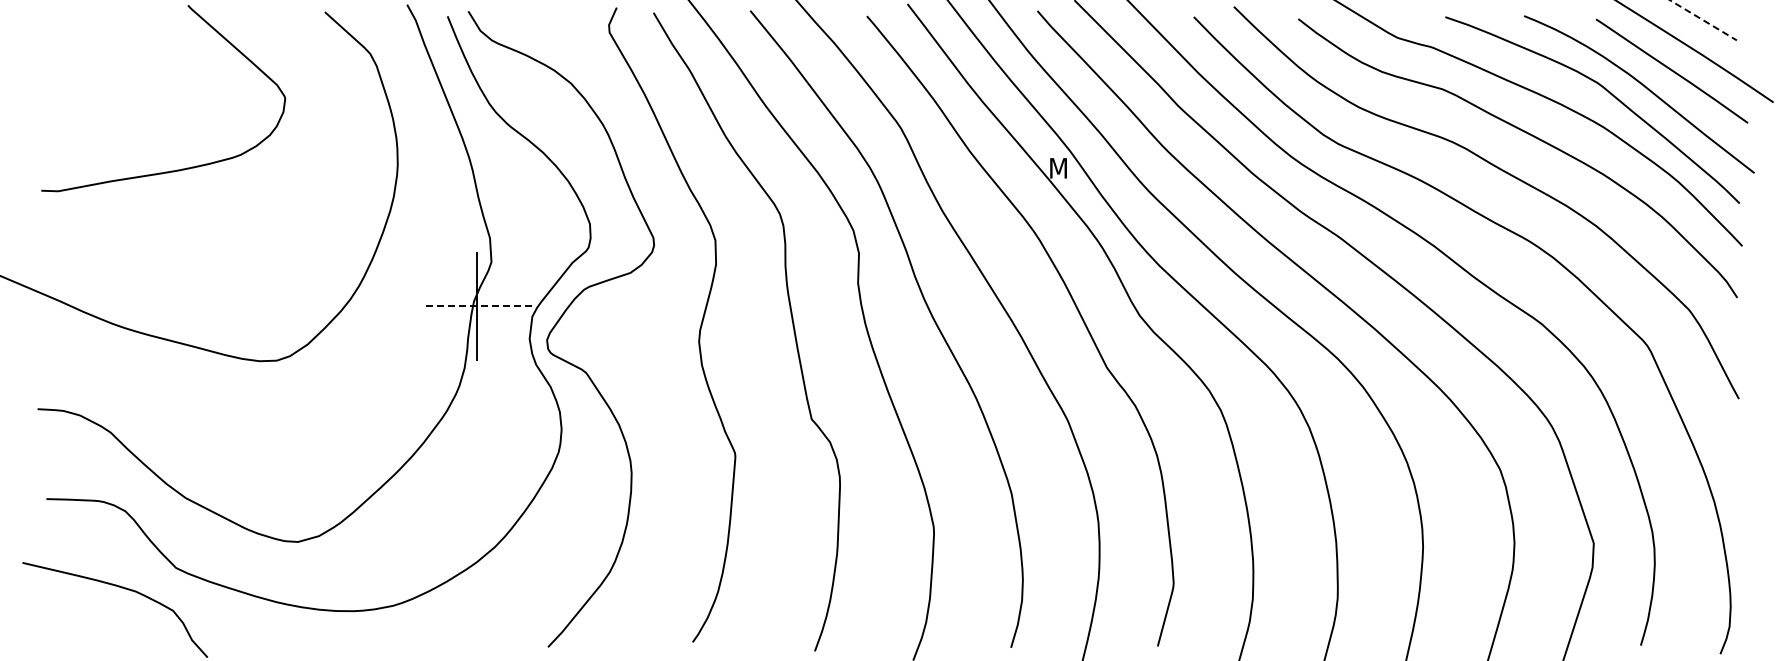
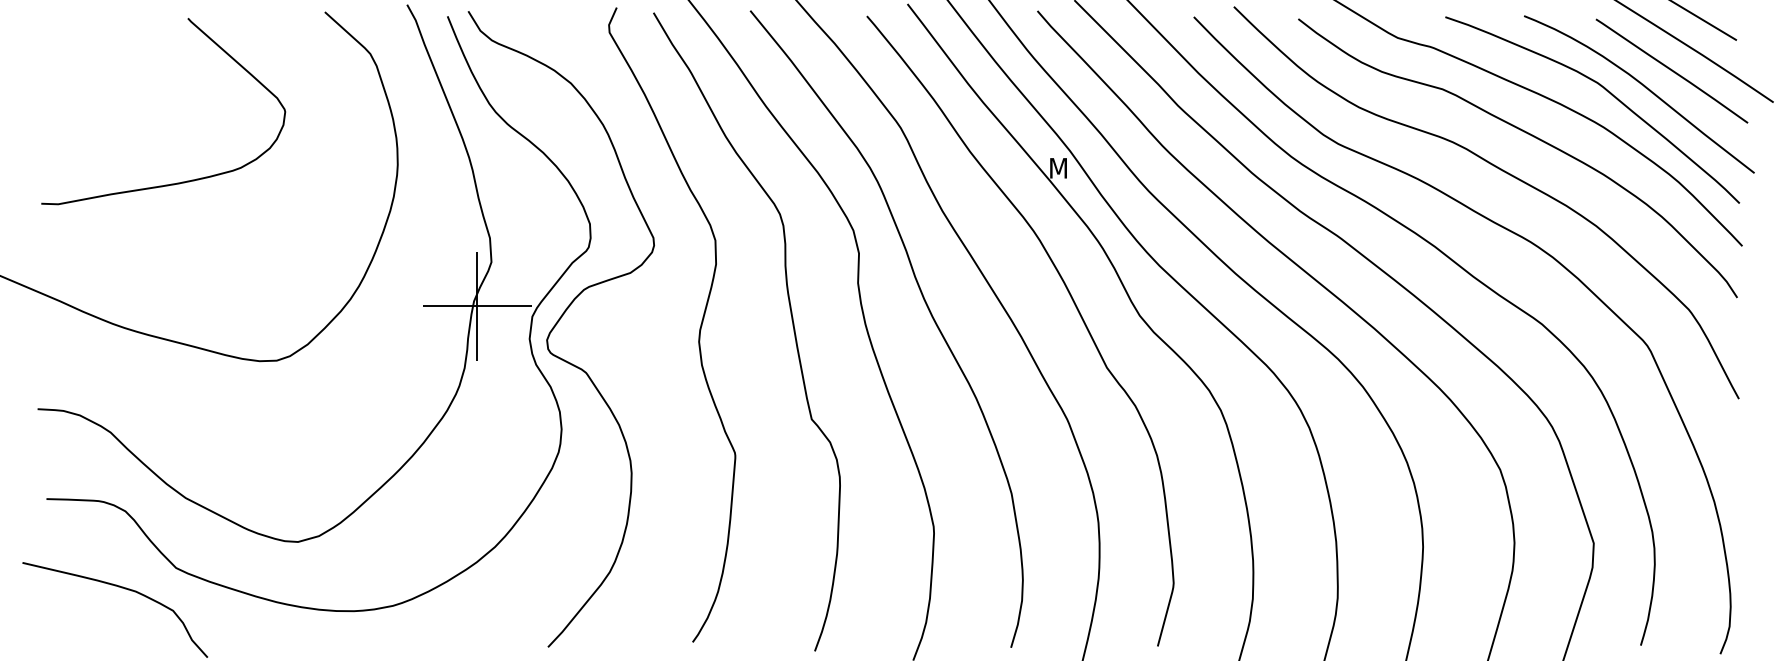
line at (1703, 20): dashed -> solid
curve at (177, 169) position: (177, 169) -> (177, 182)
line at (476, 306): dashed -> solid
